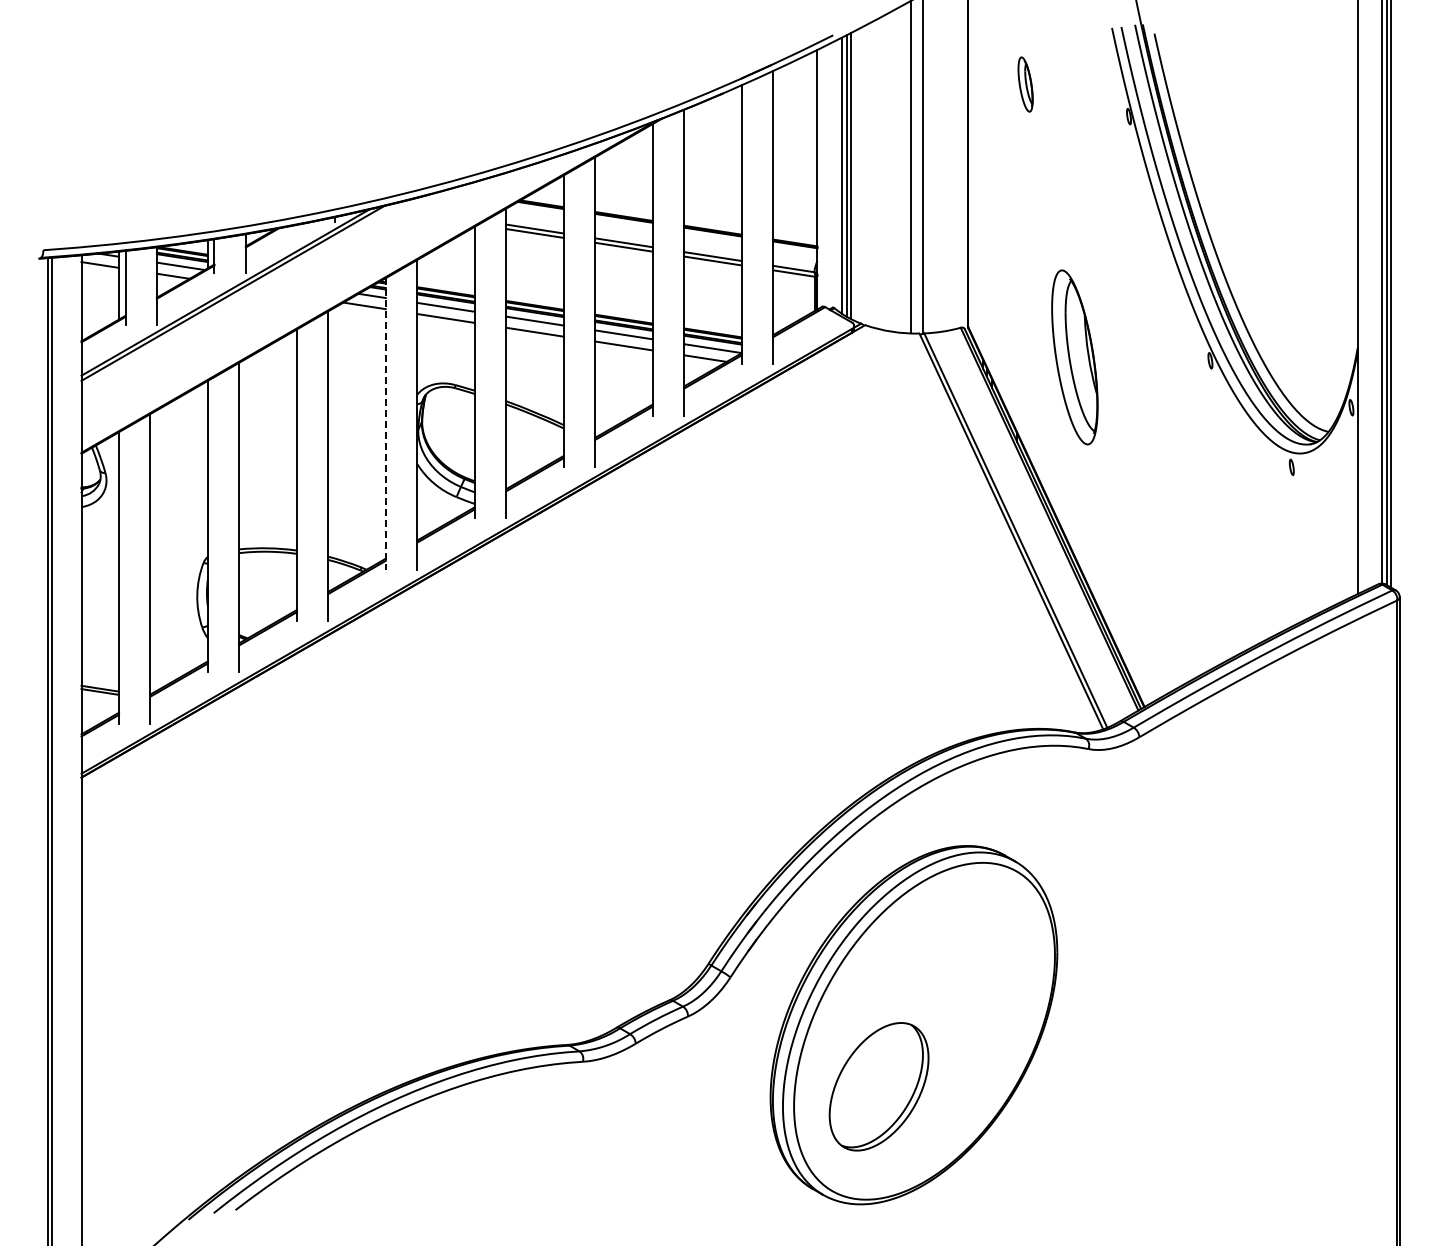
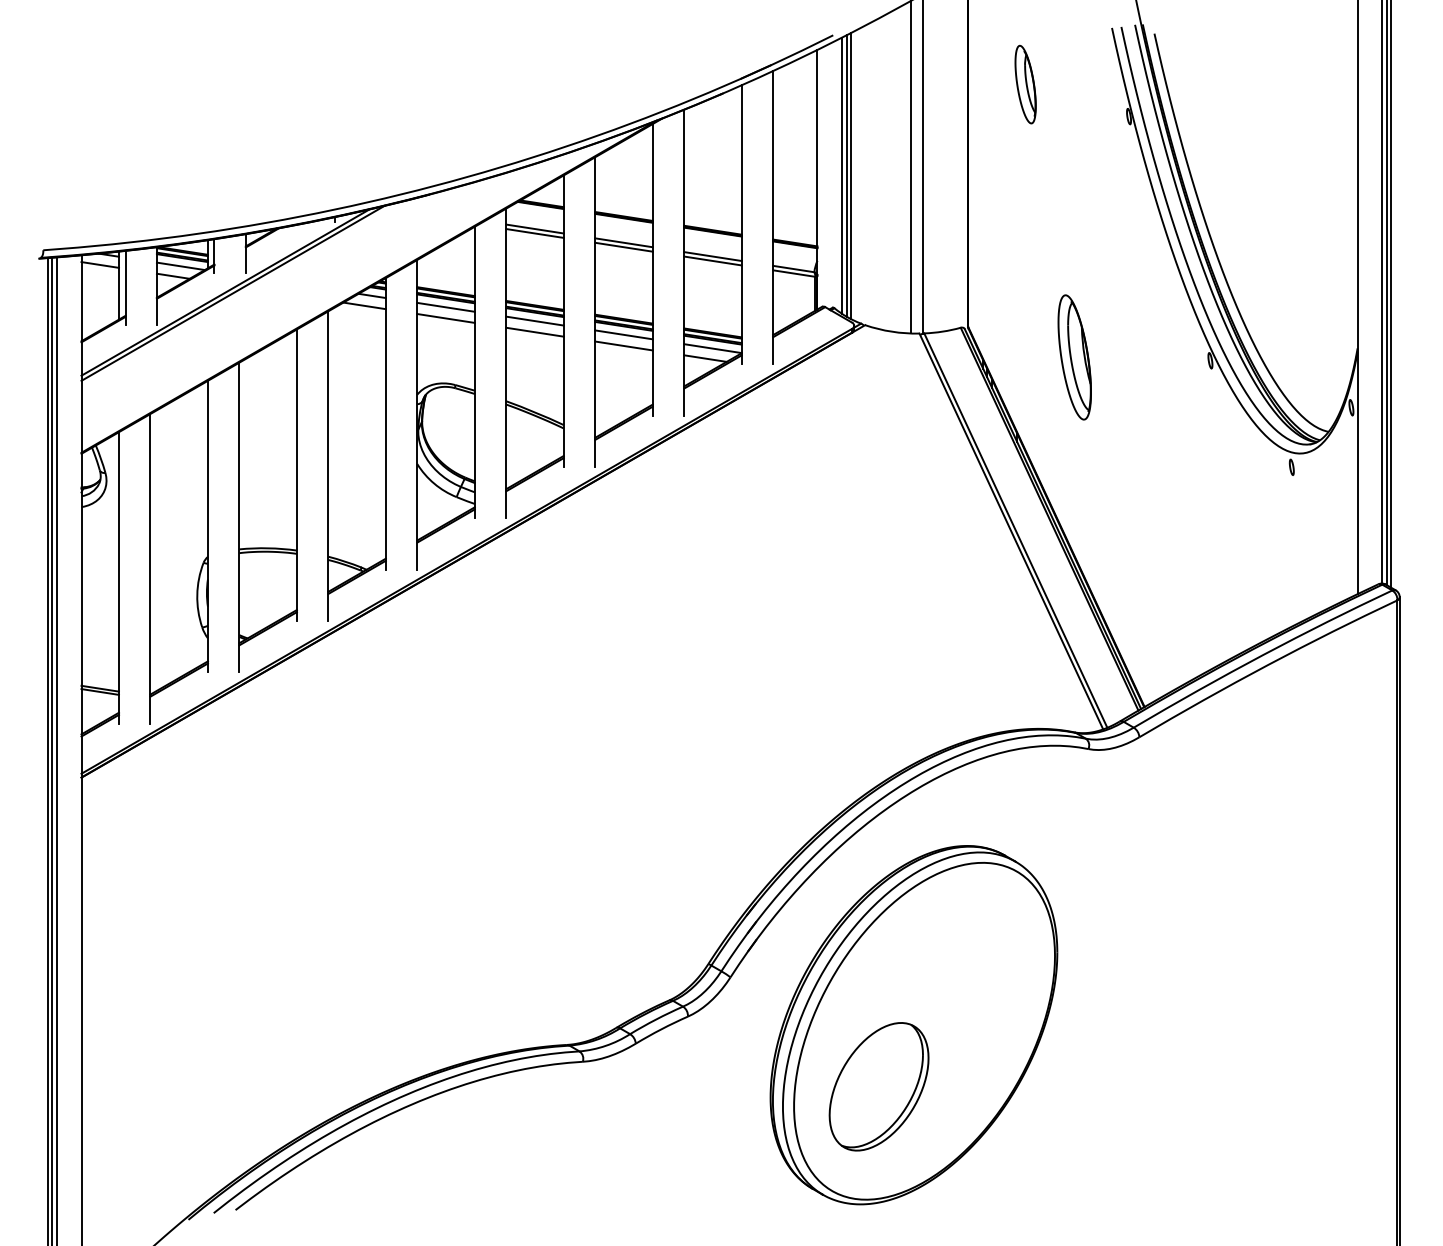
part at (1025, 84) size: 17x57 px -> 23x81 px
part at (1074, 357) size: 48x177 px -> 35x127 px
line at (385, 423): dashed -> solid
line at (56, 749): none -> present
